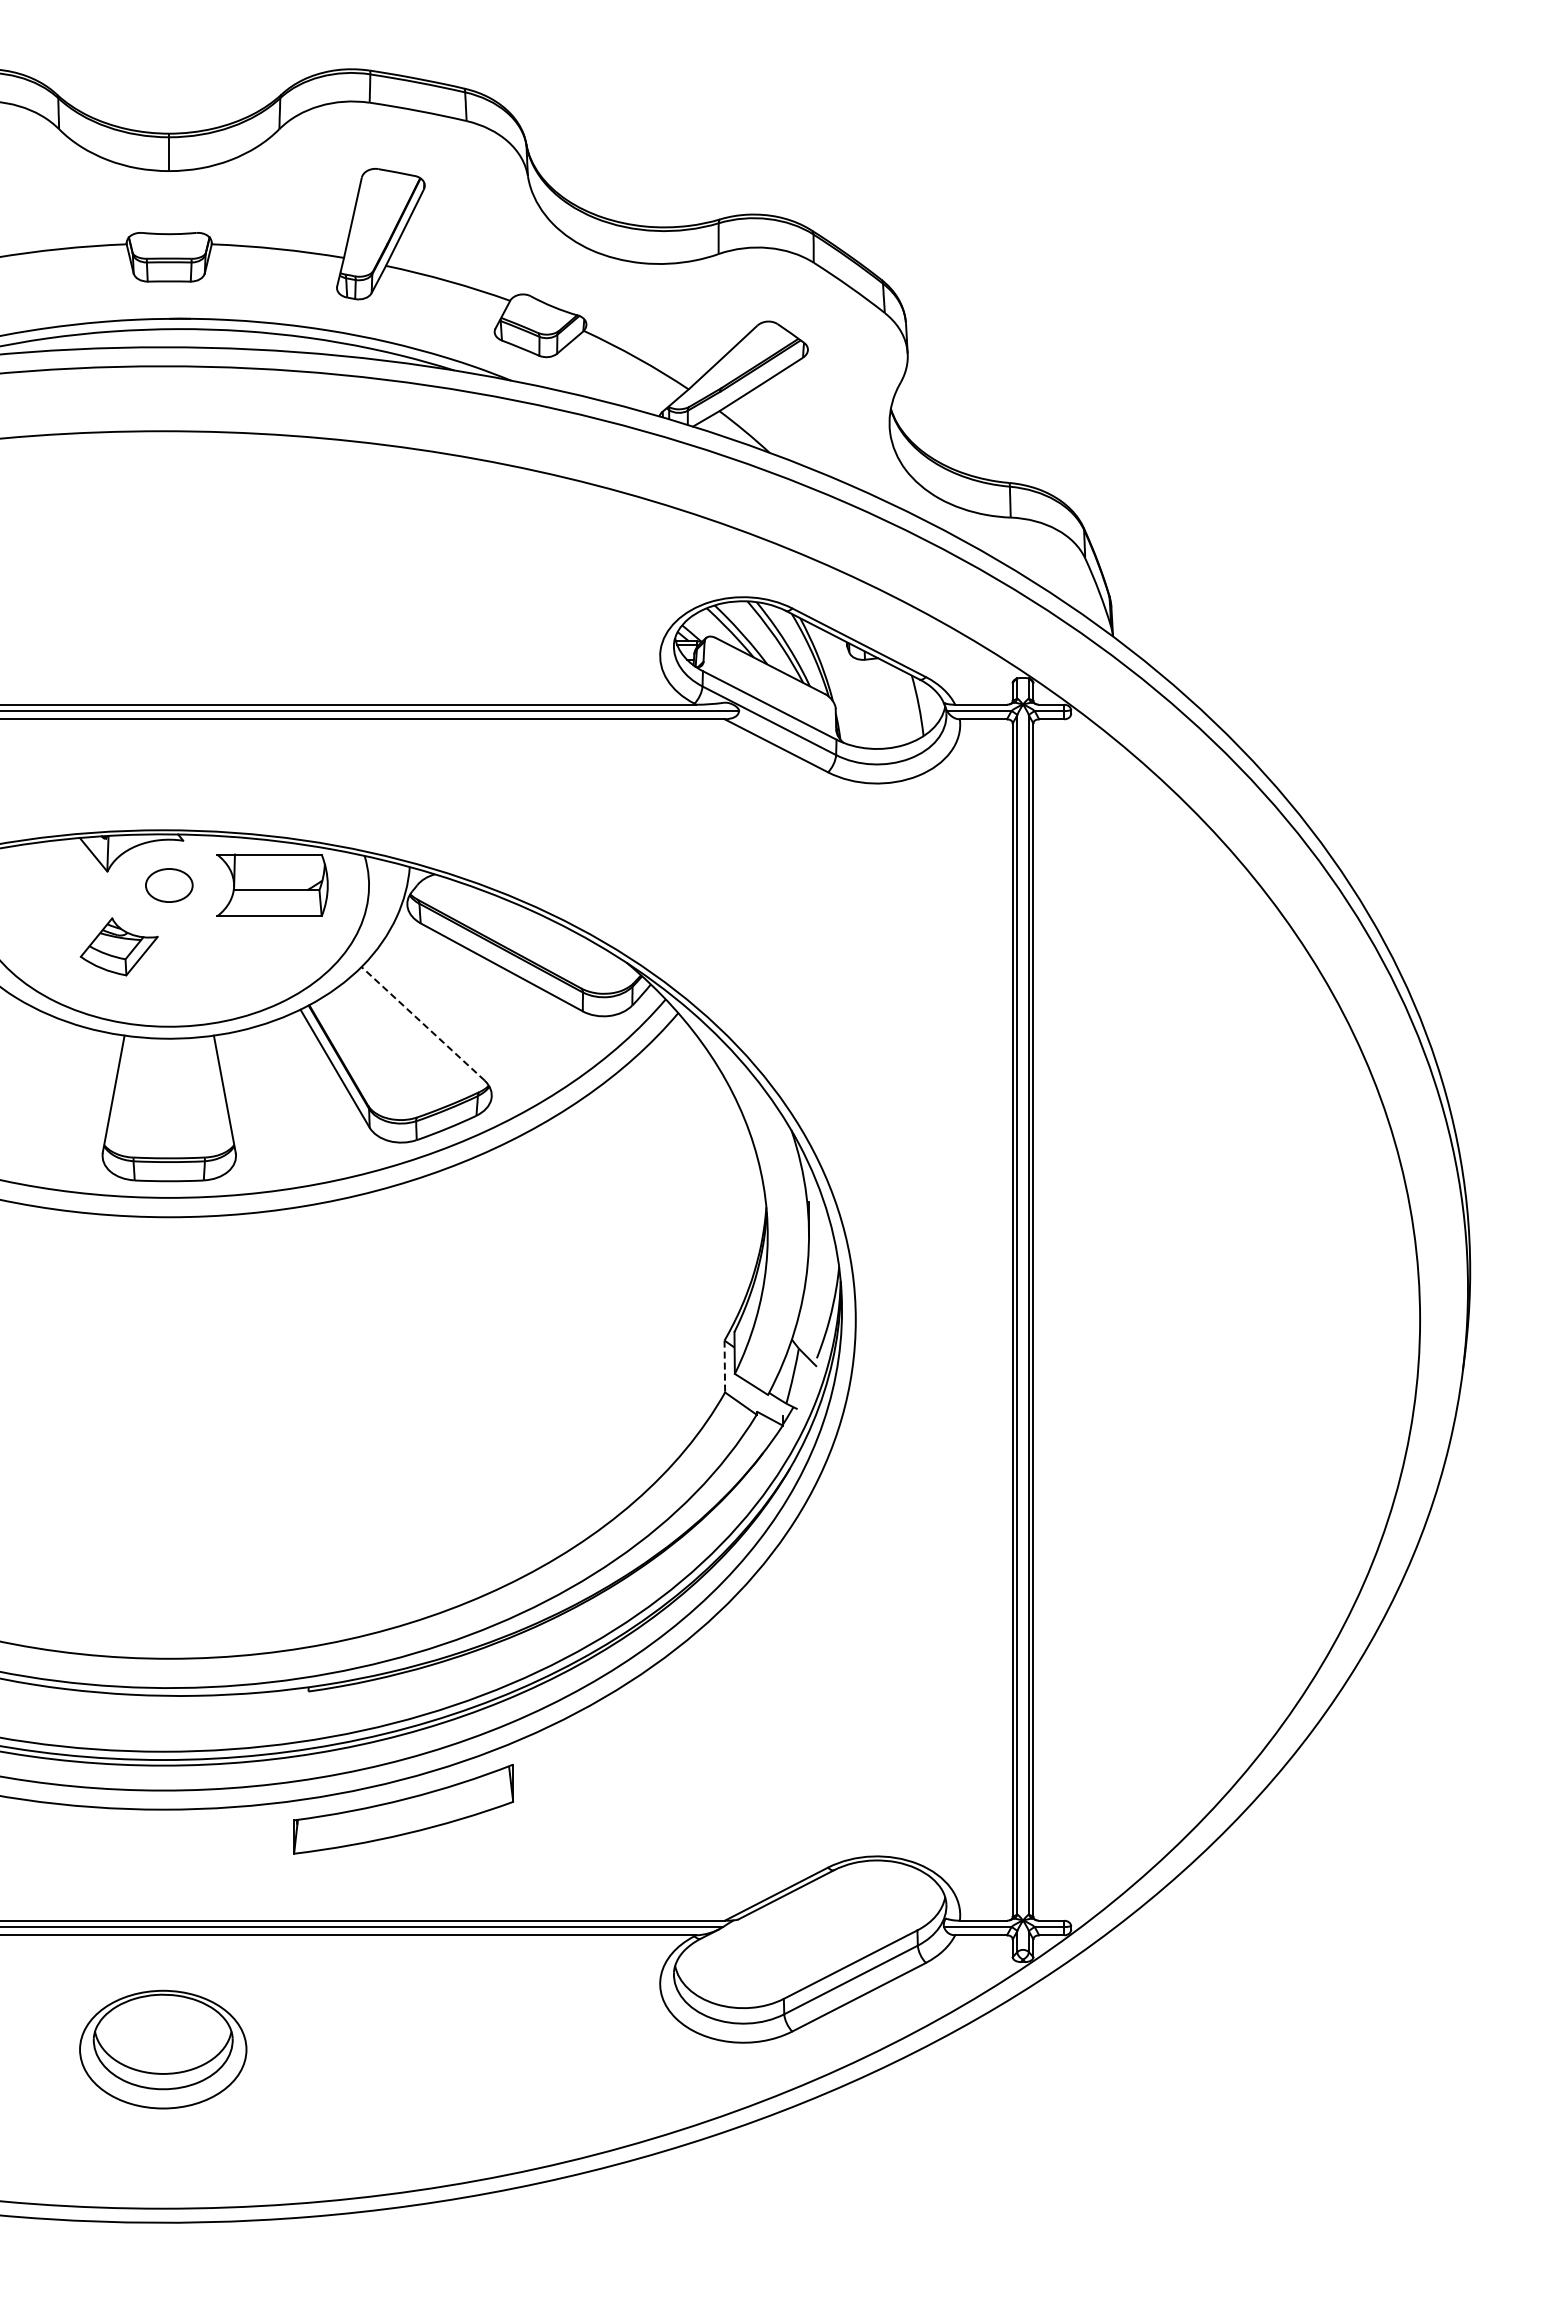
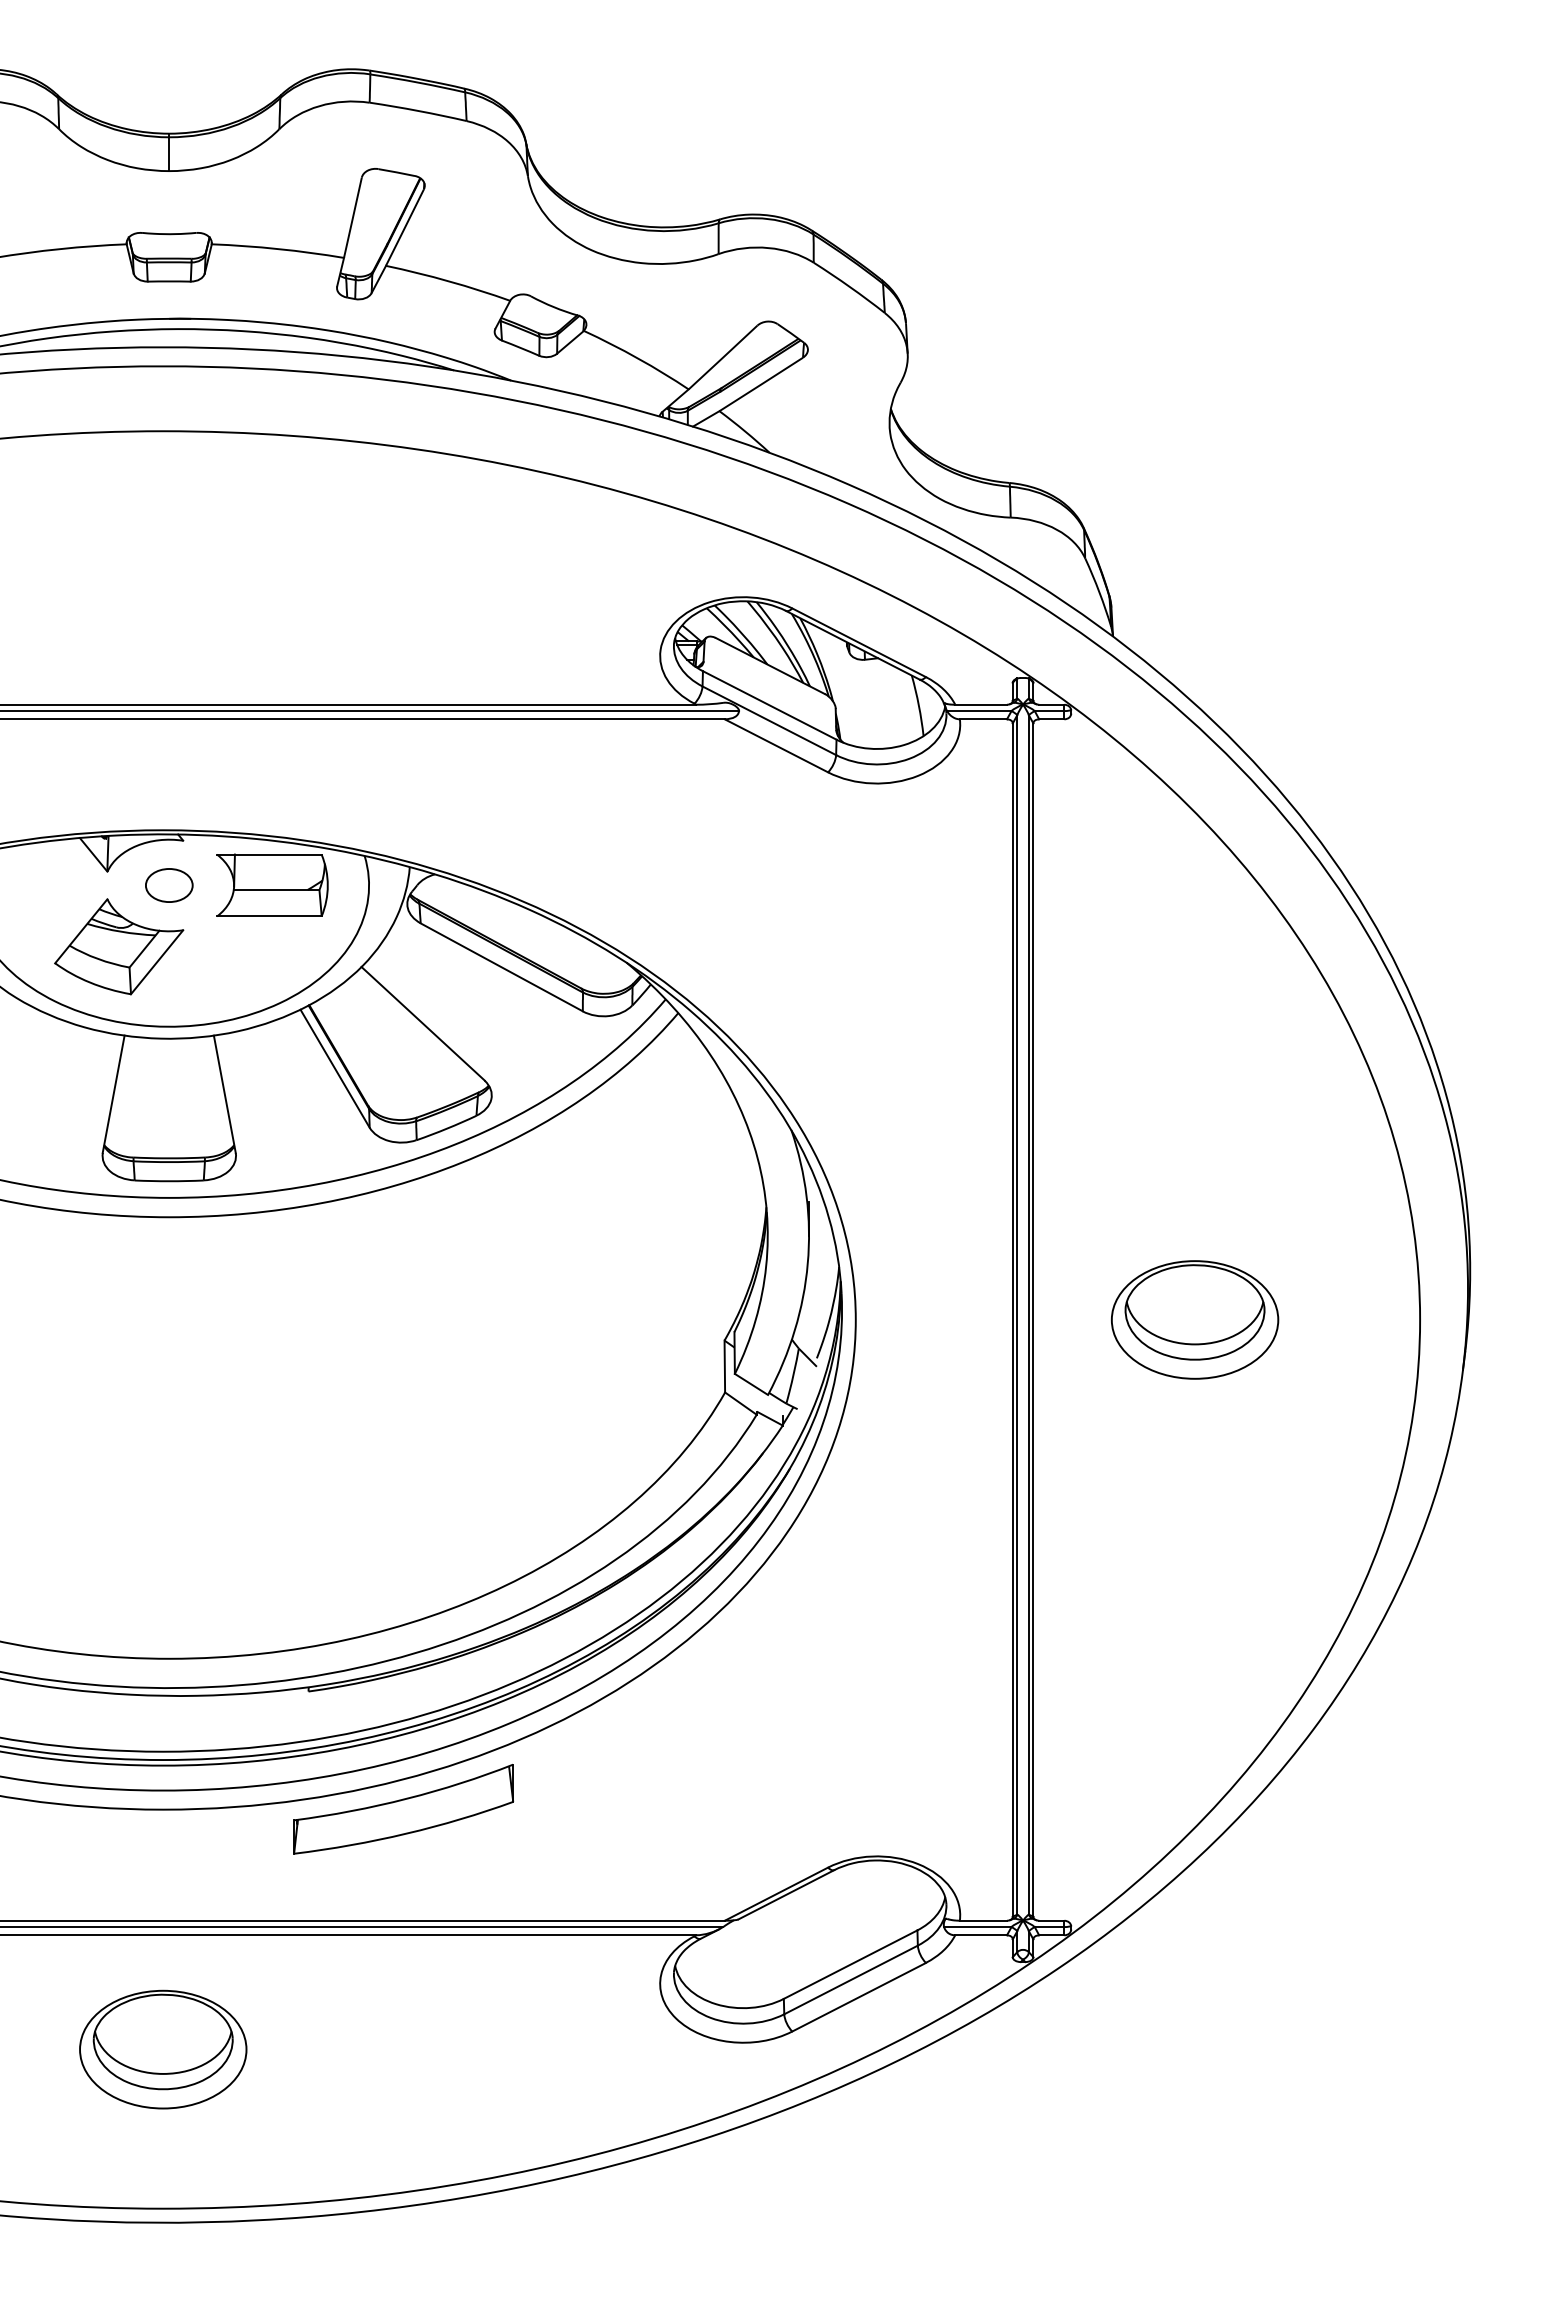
part at (118, 946) size: 80x60 px -> 131x98 px
line at (423, 1023): dashed -> solid
part at (1195, 1319): none -> present
line at (724, 1366): dashed -> solid
